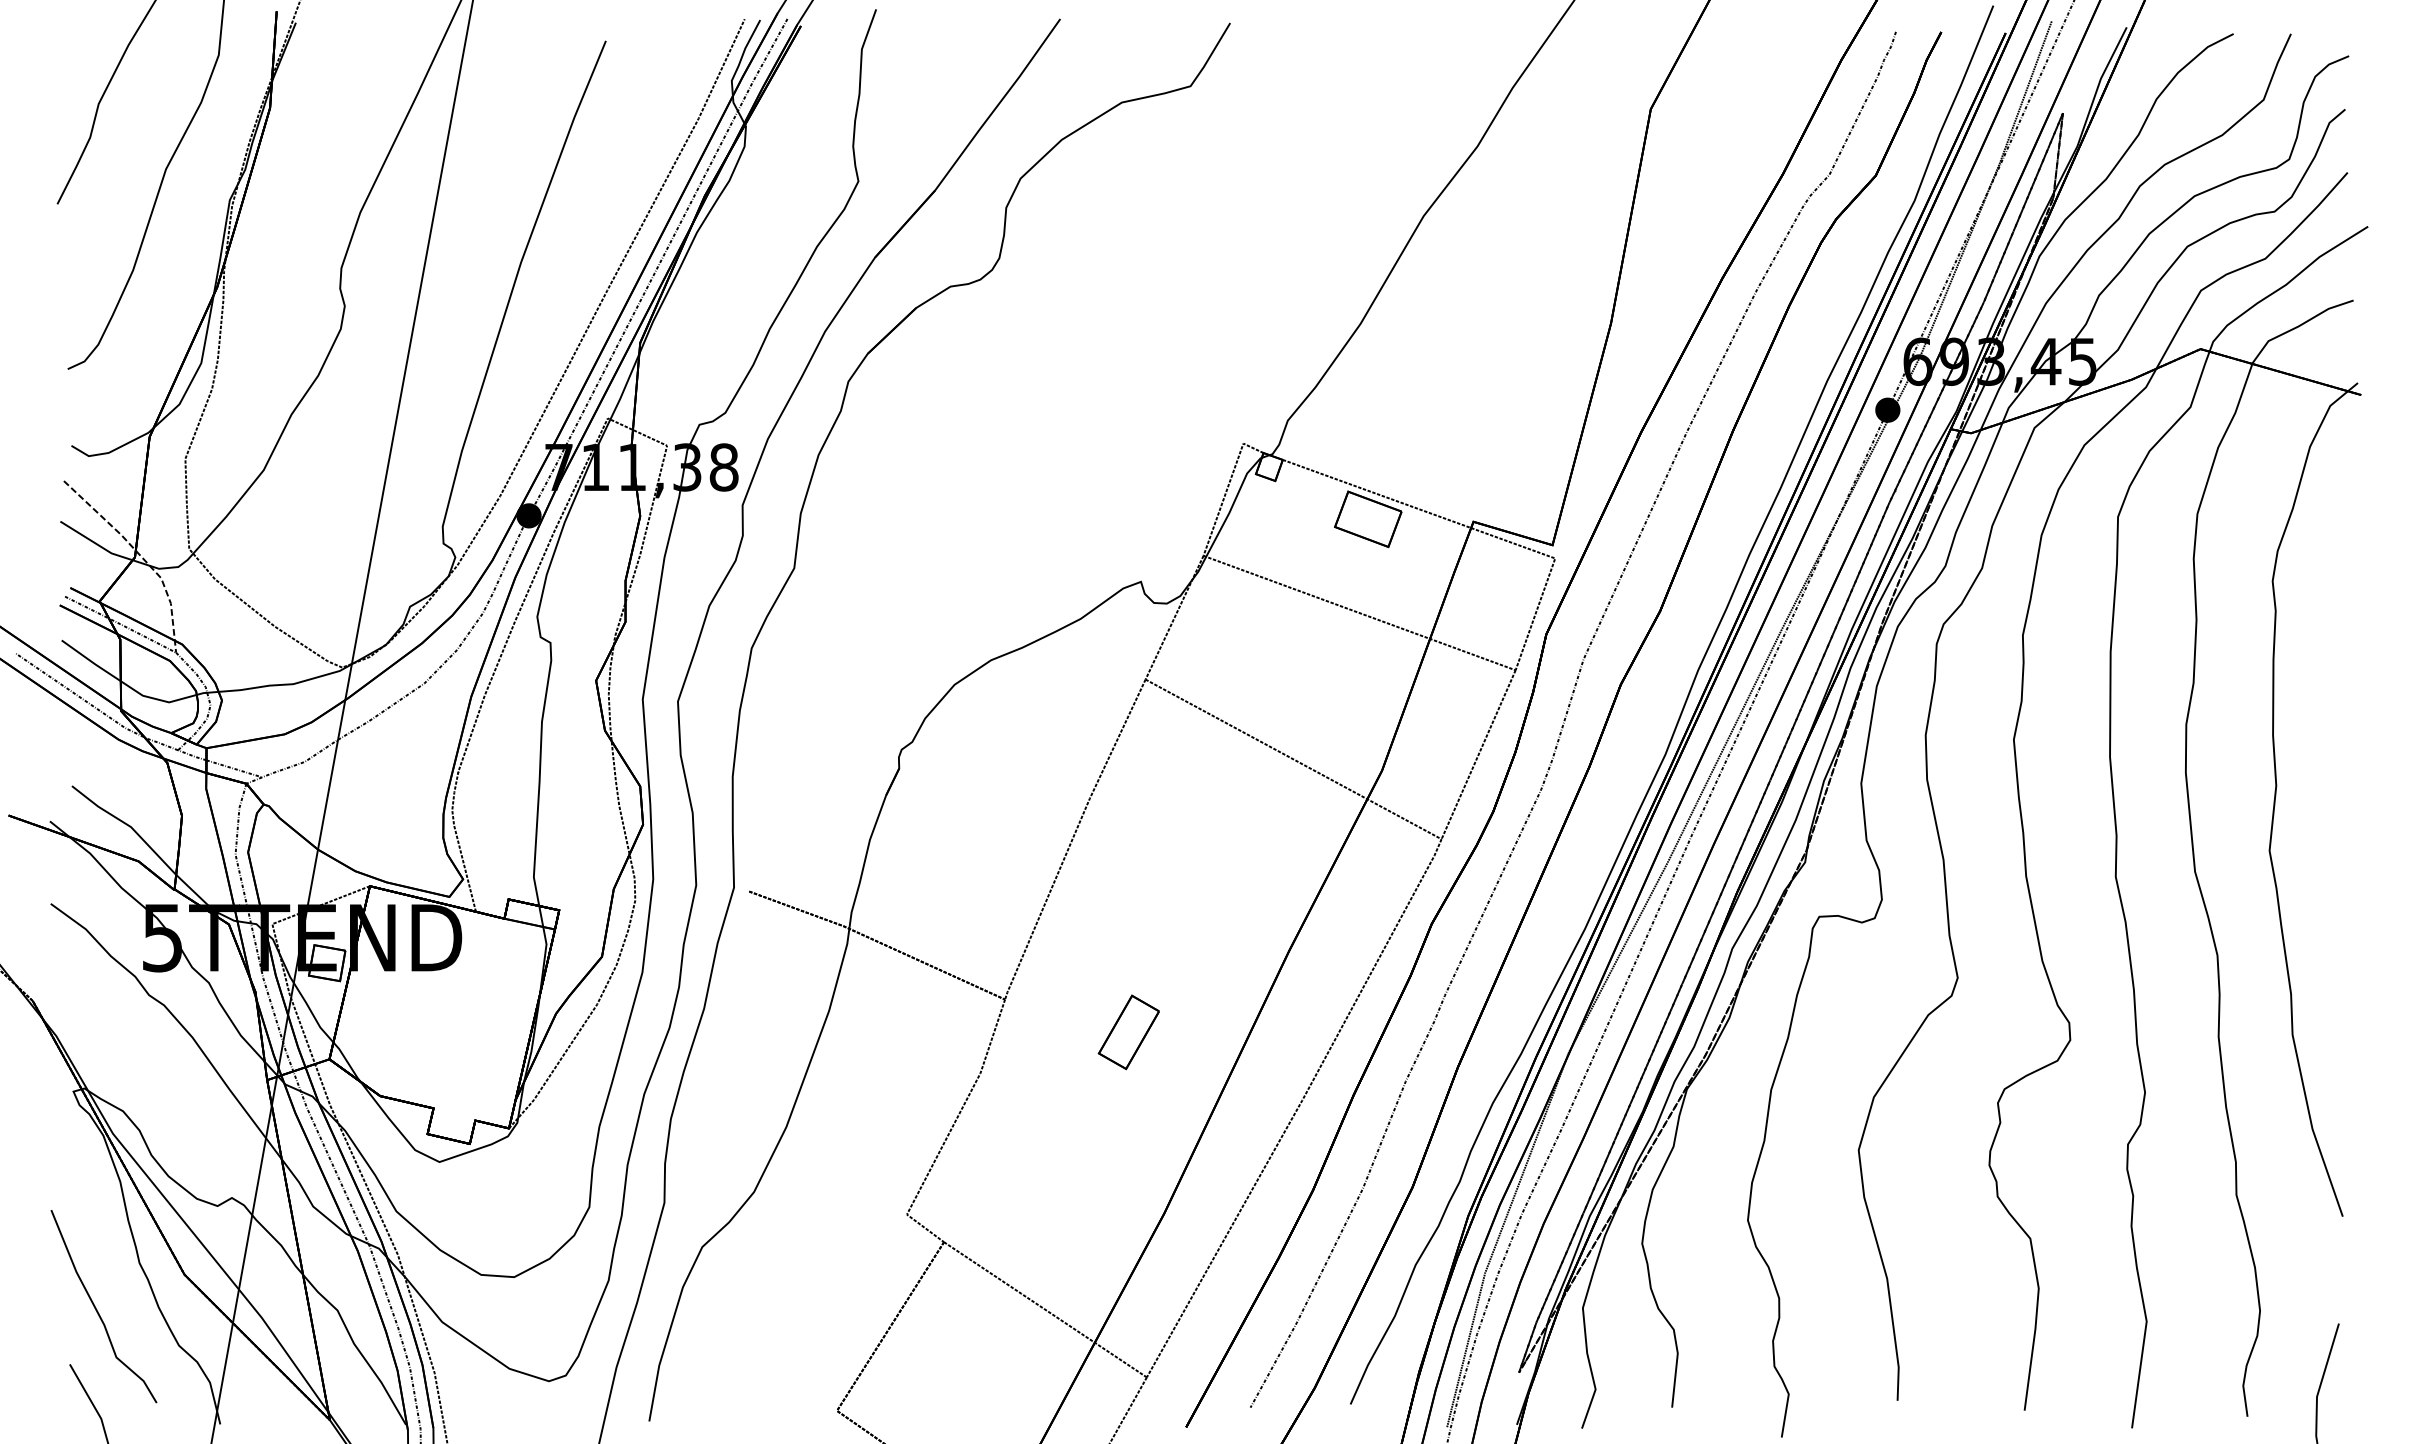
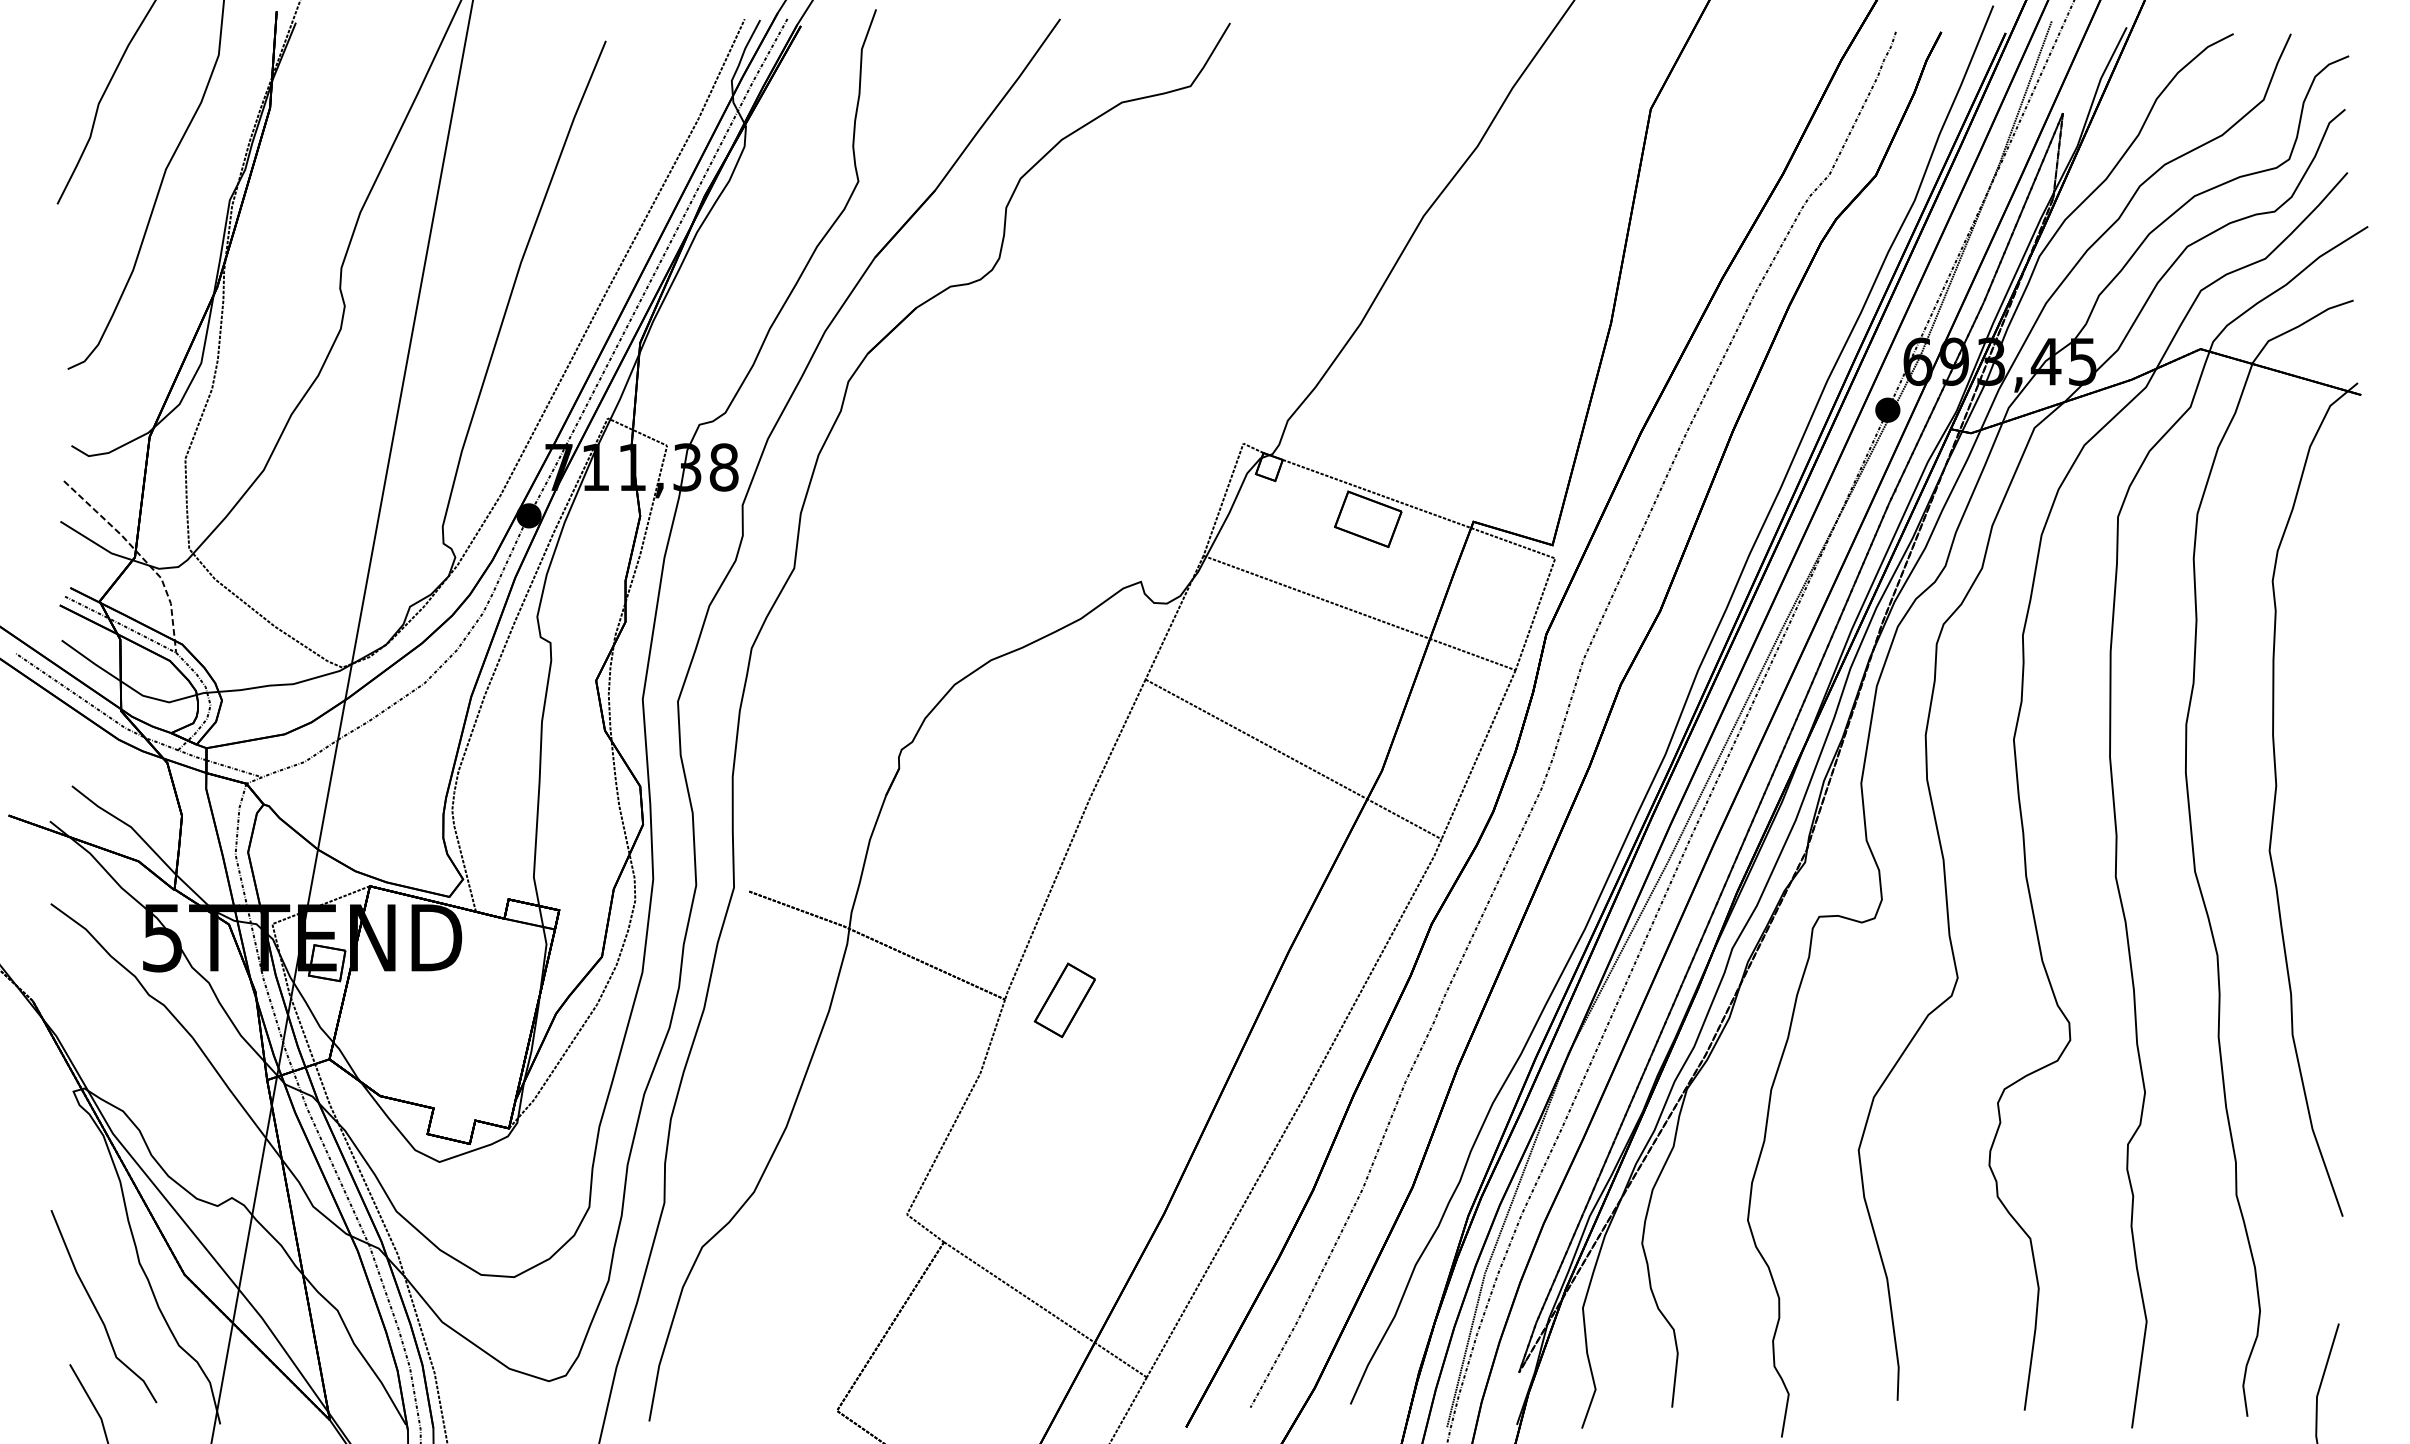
part at (1128, 1032) position: (1128, 1032) -> (1064, 1000)
